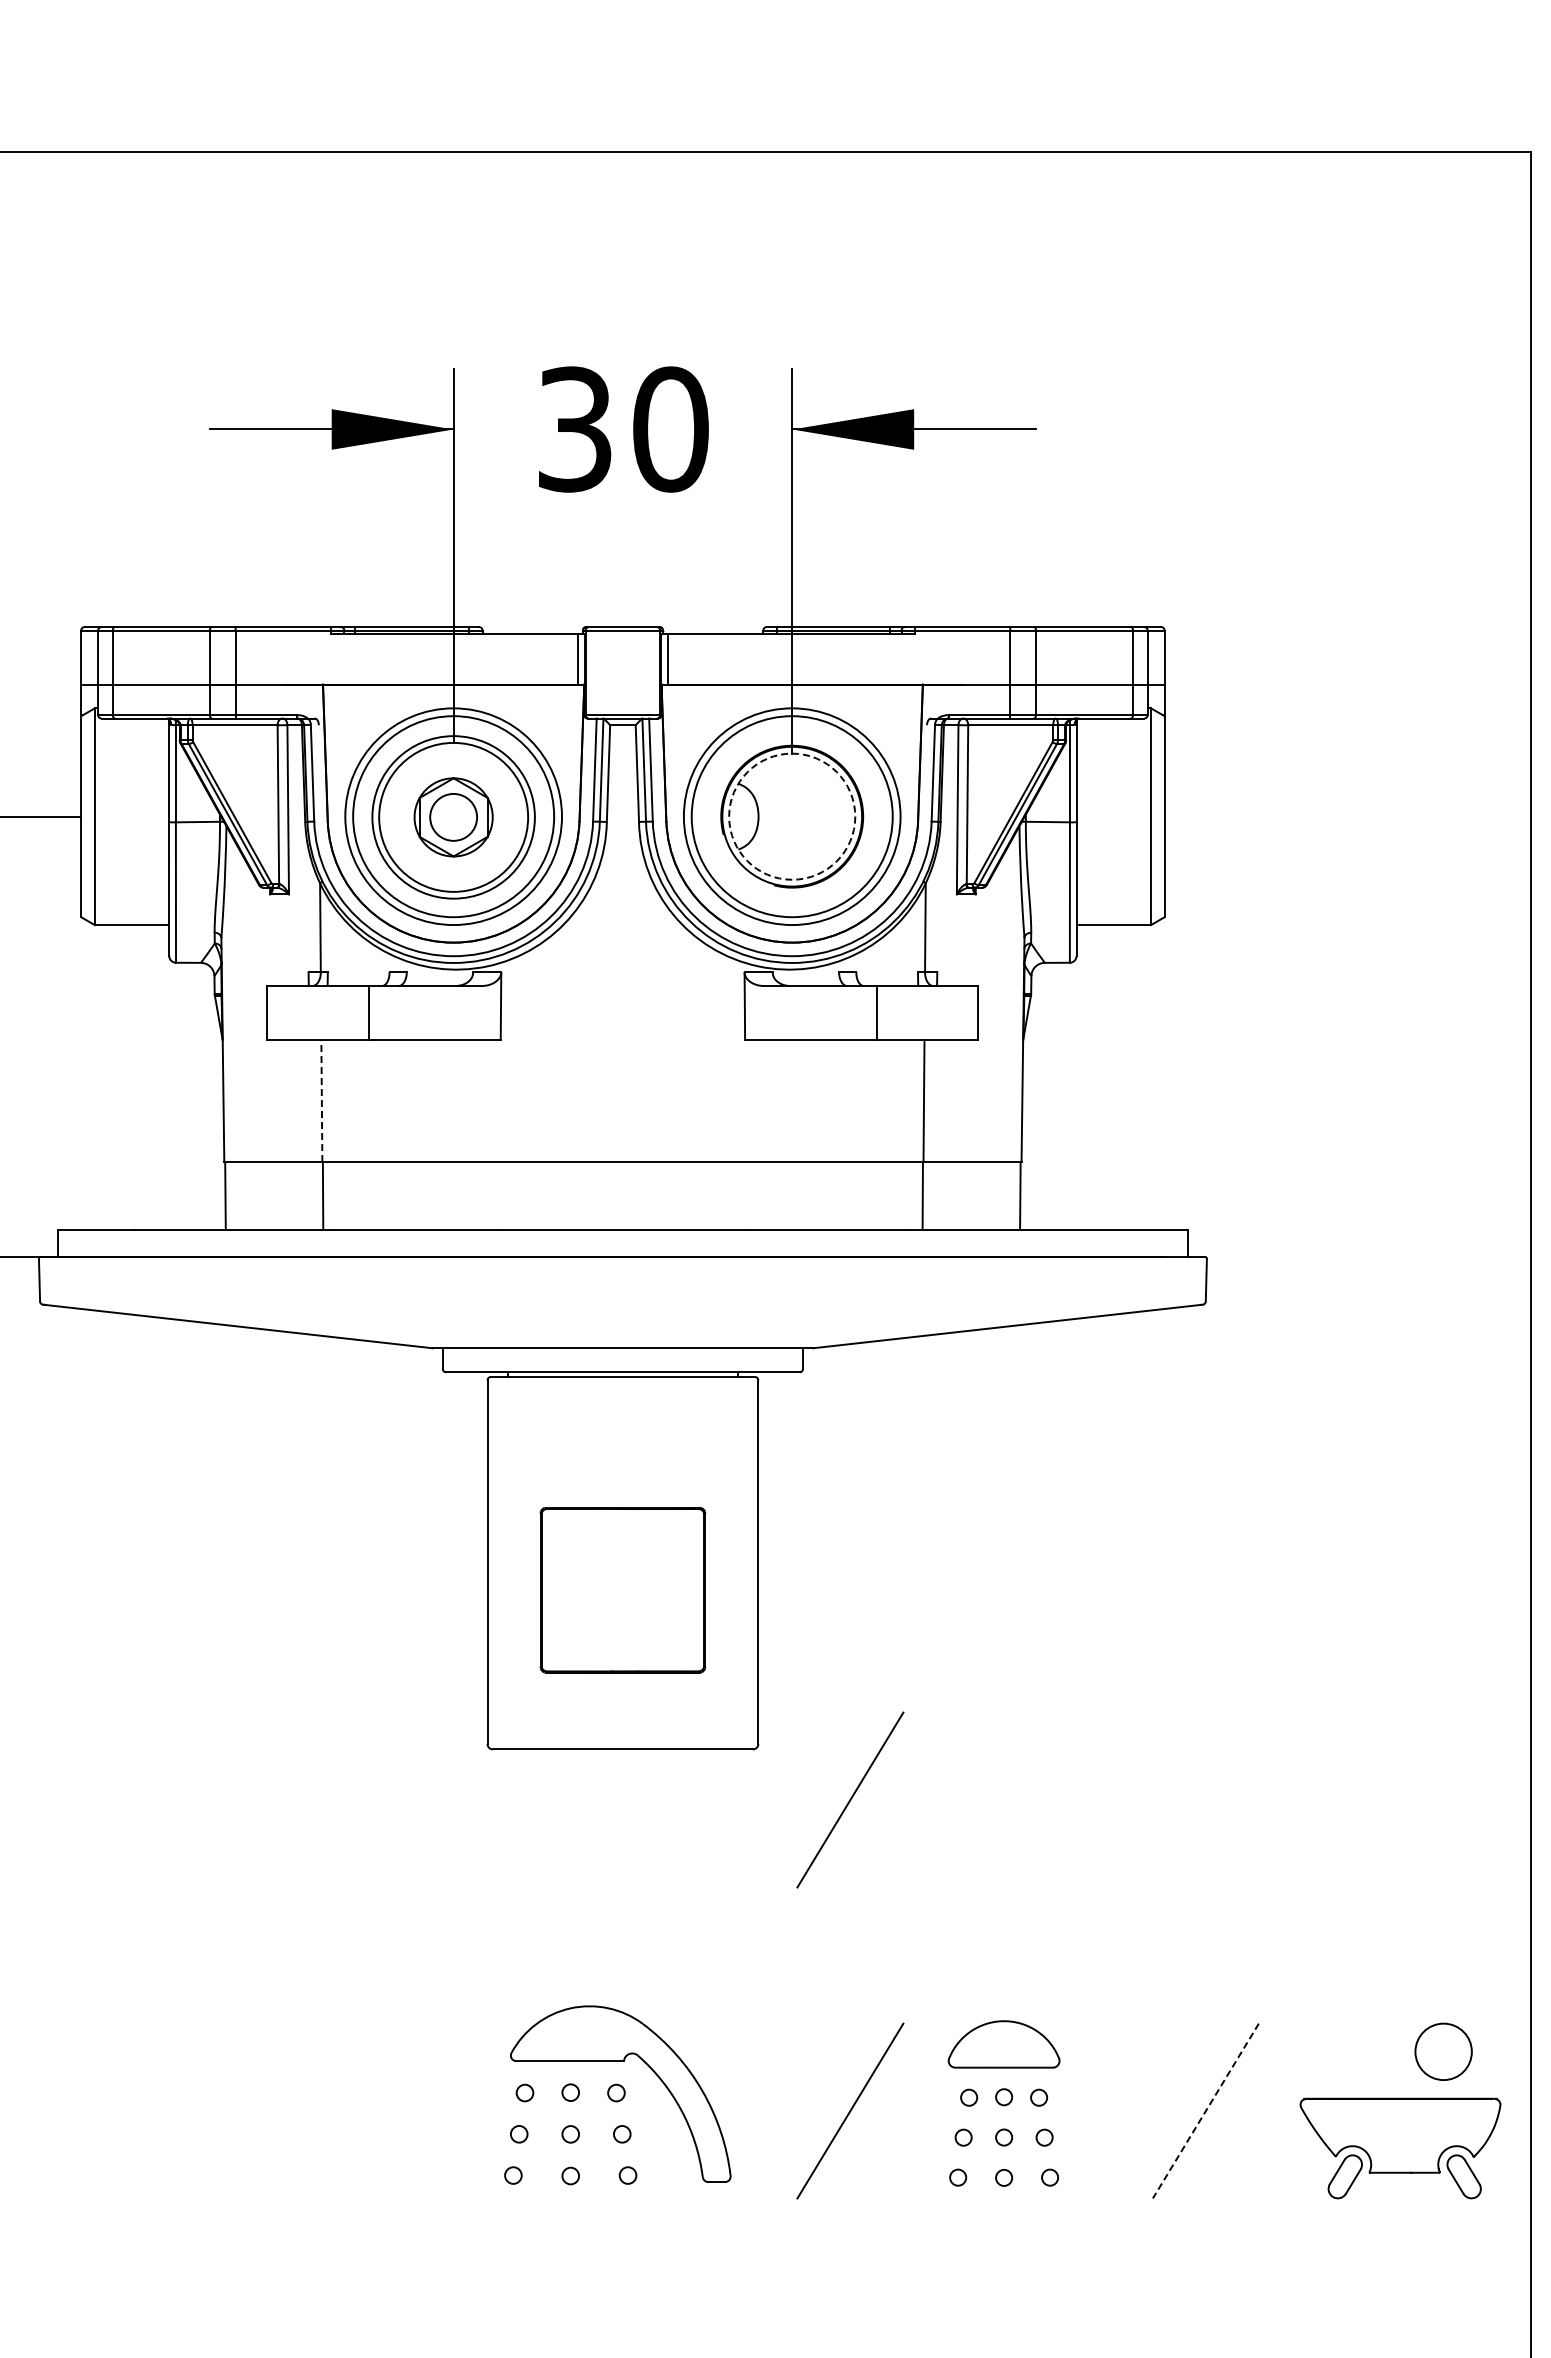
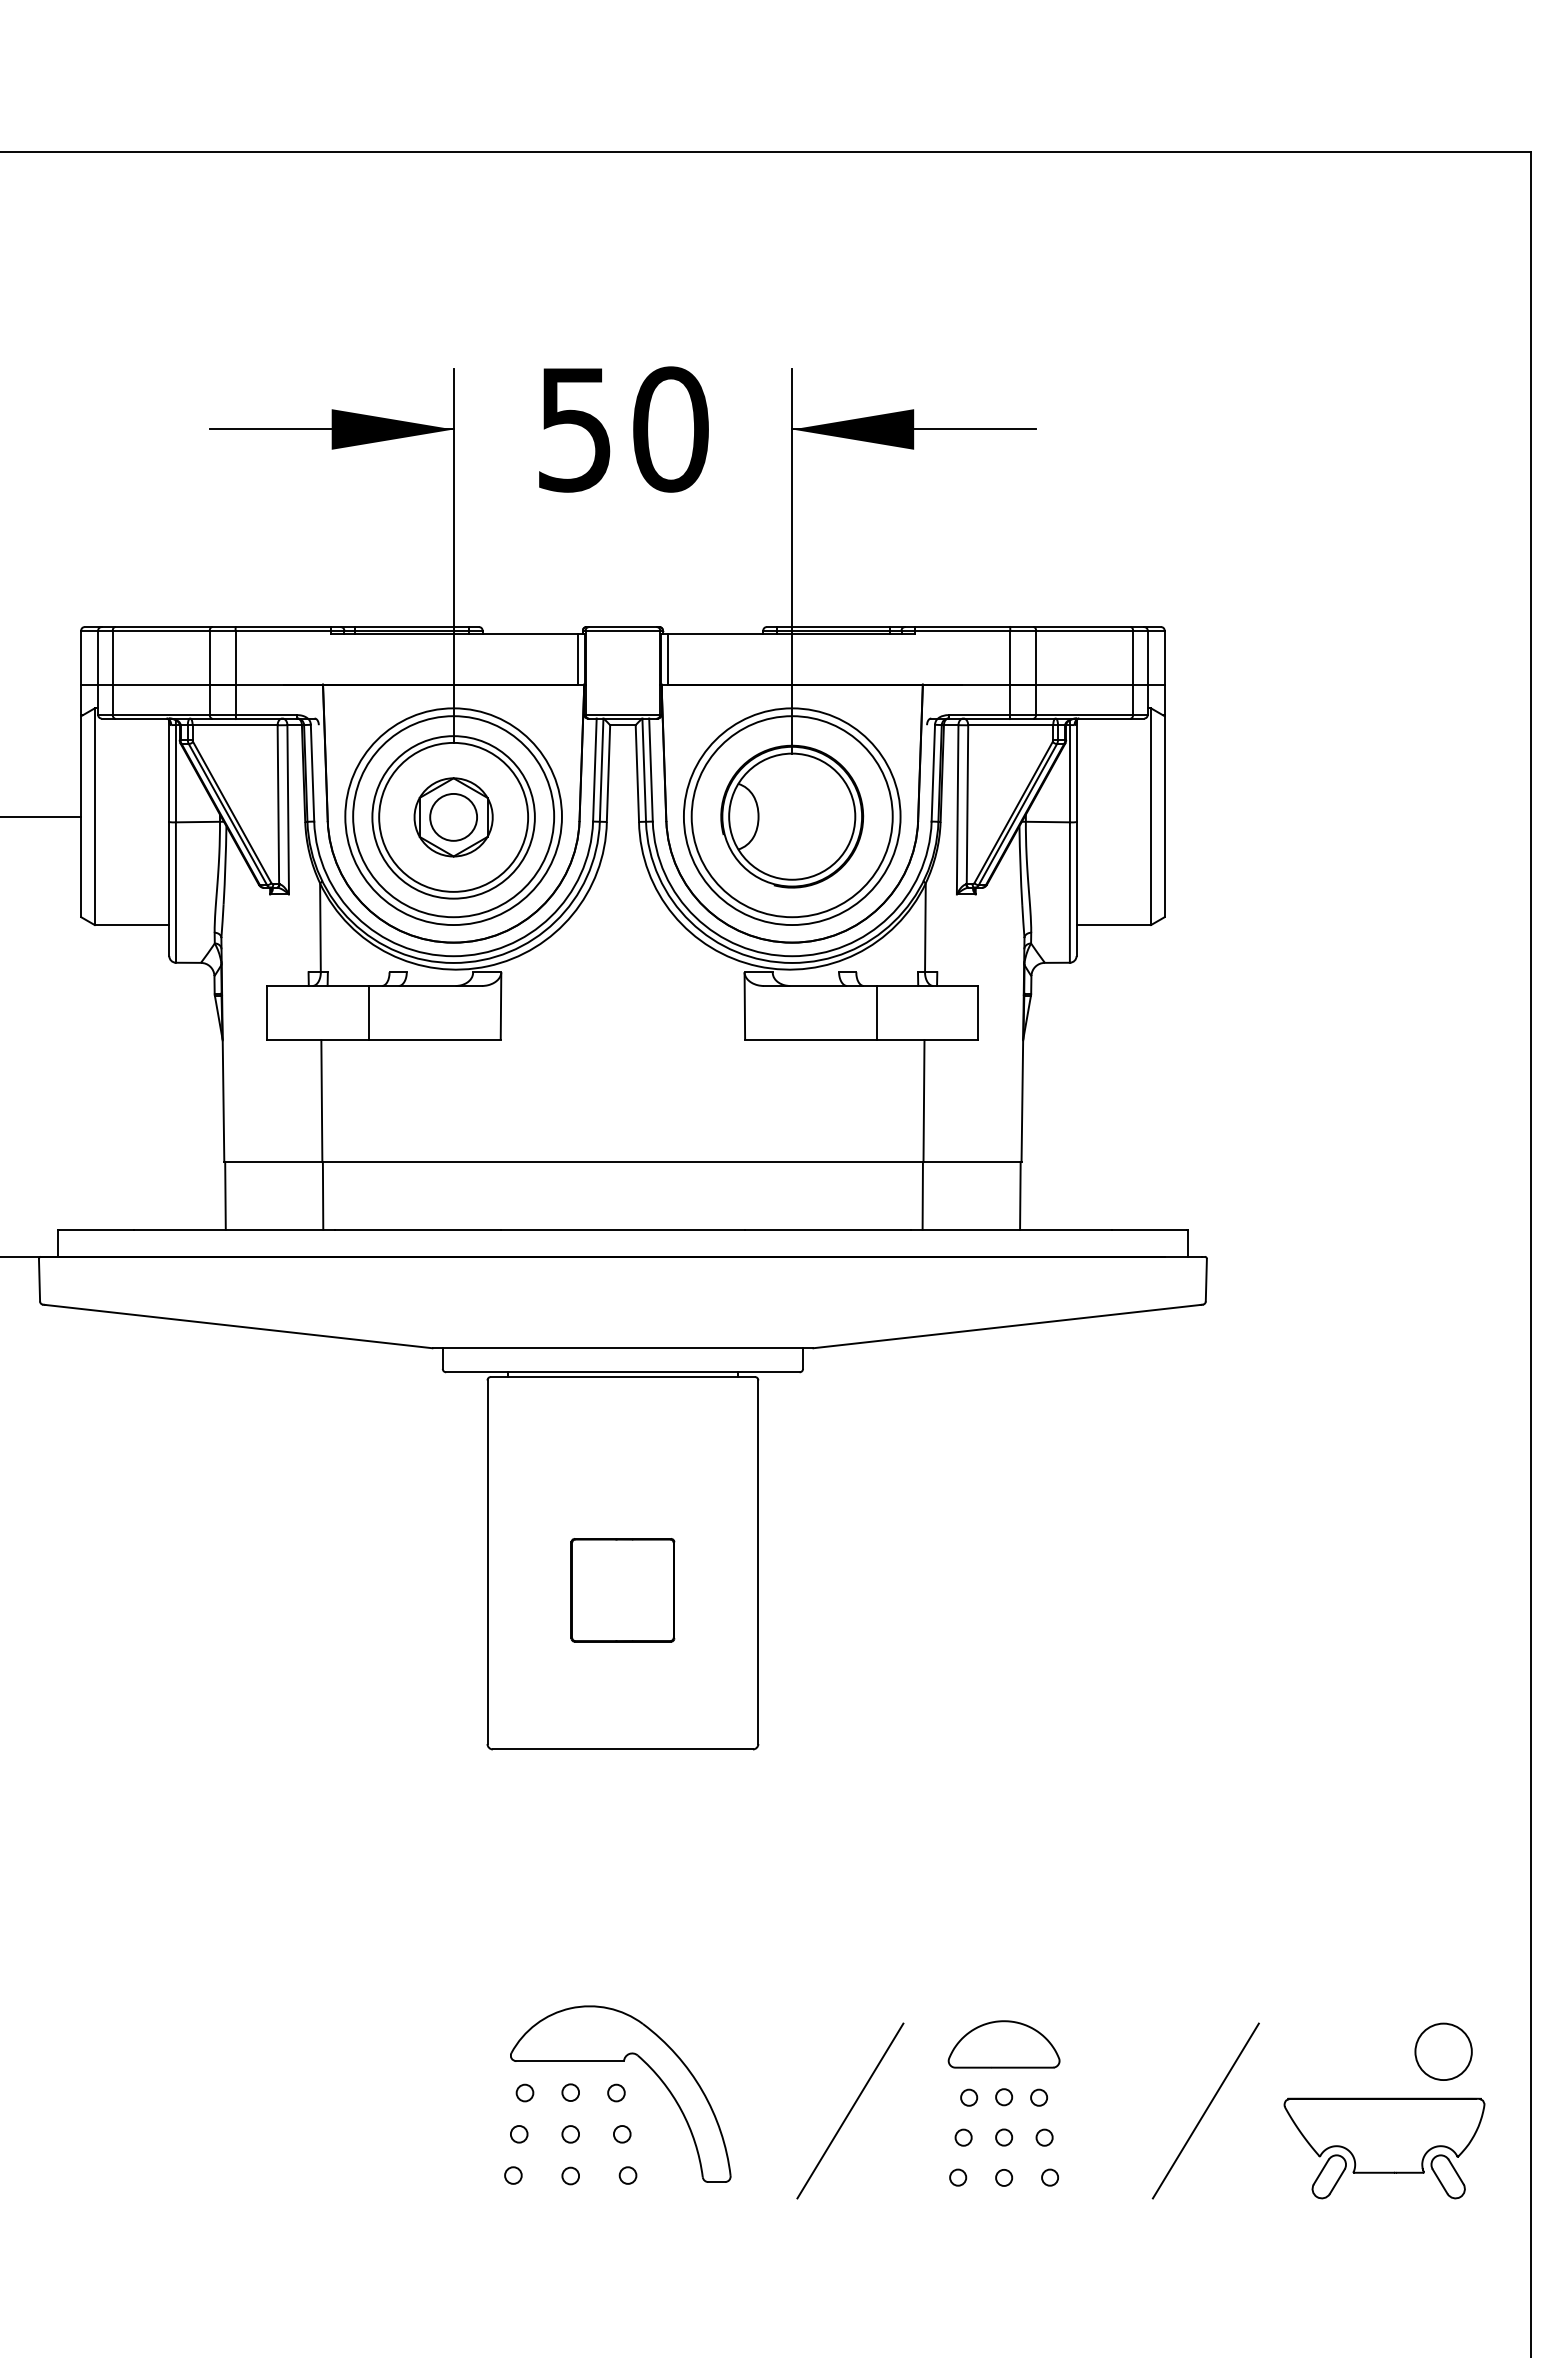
text at (575, 429): 30 -> 50
circle at (792, 816): dashed -> solid
line at (321, 1101): dashed -> solid
part at (622, 1590) size: 168x167 px -> 106x105 px
line at (850, 1799): present -> none
line at (1205, 2111): dashed -> solid
part at (1400, 2148) position: (1400, 2148) -> (1384, 2148)
